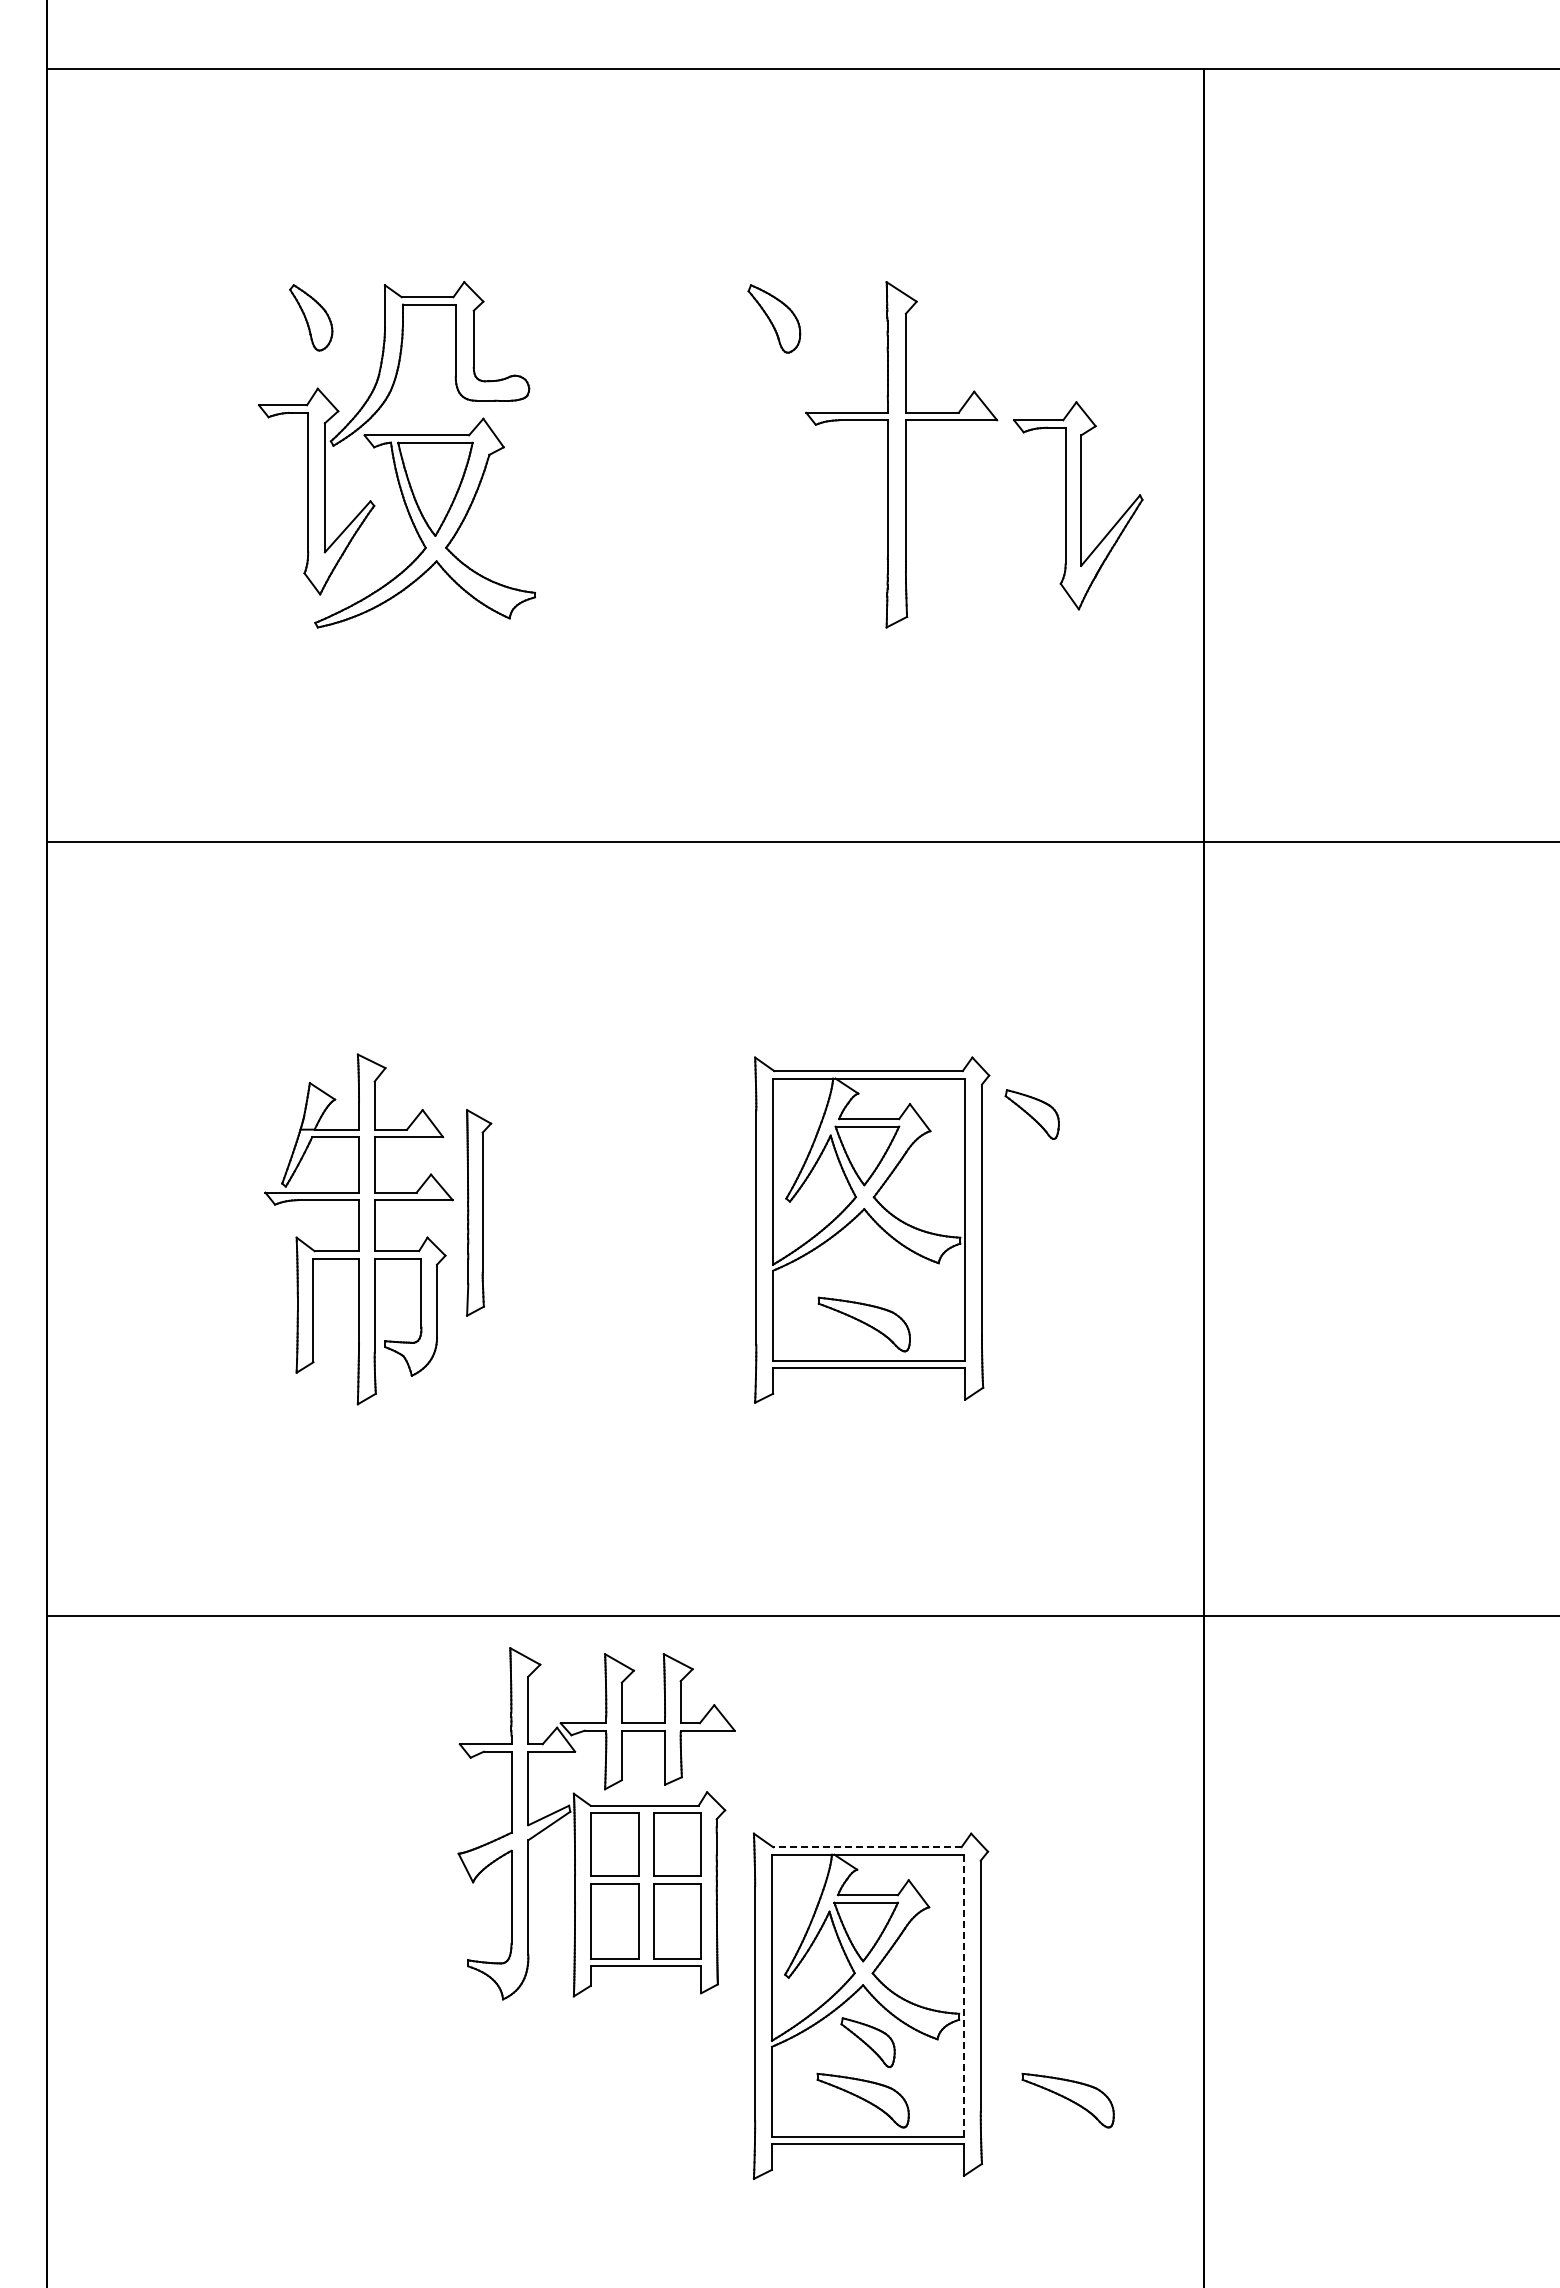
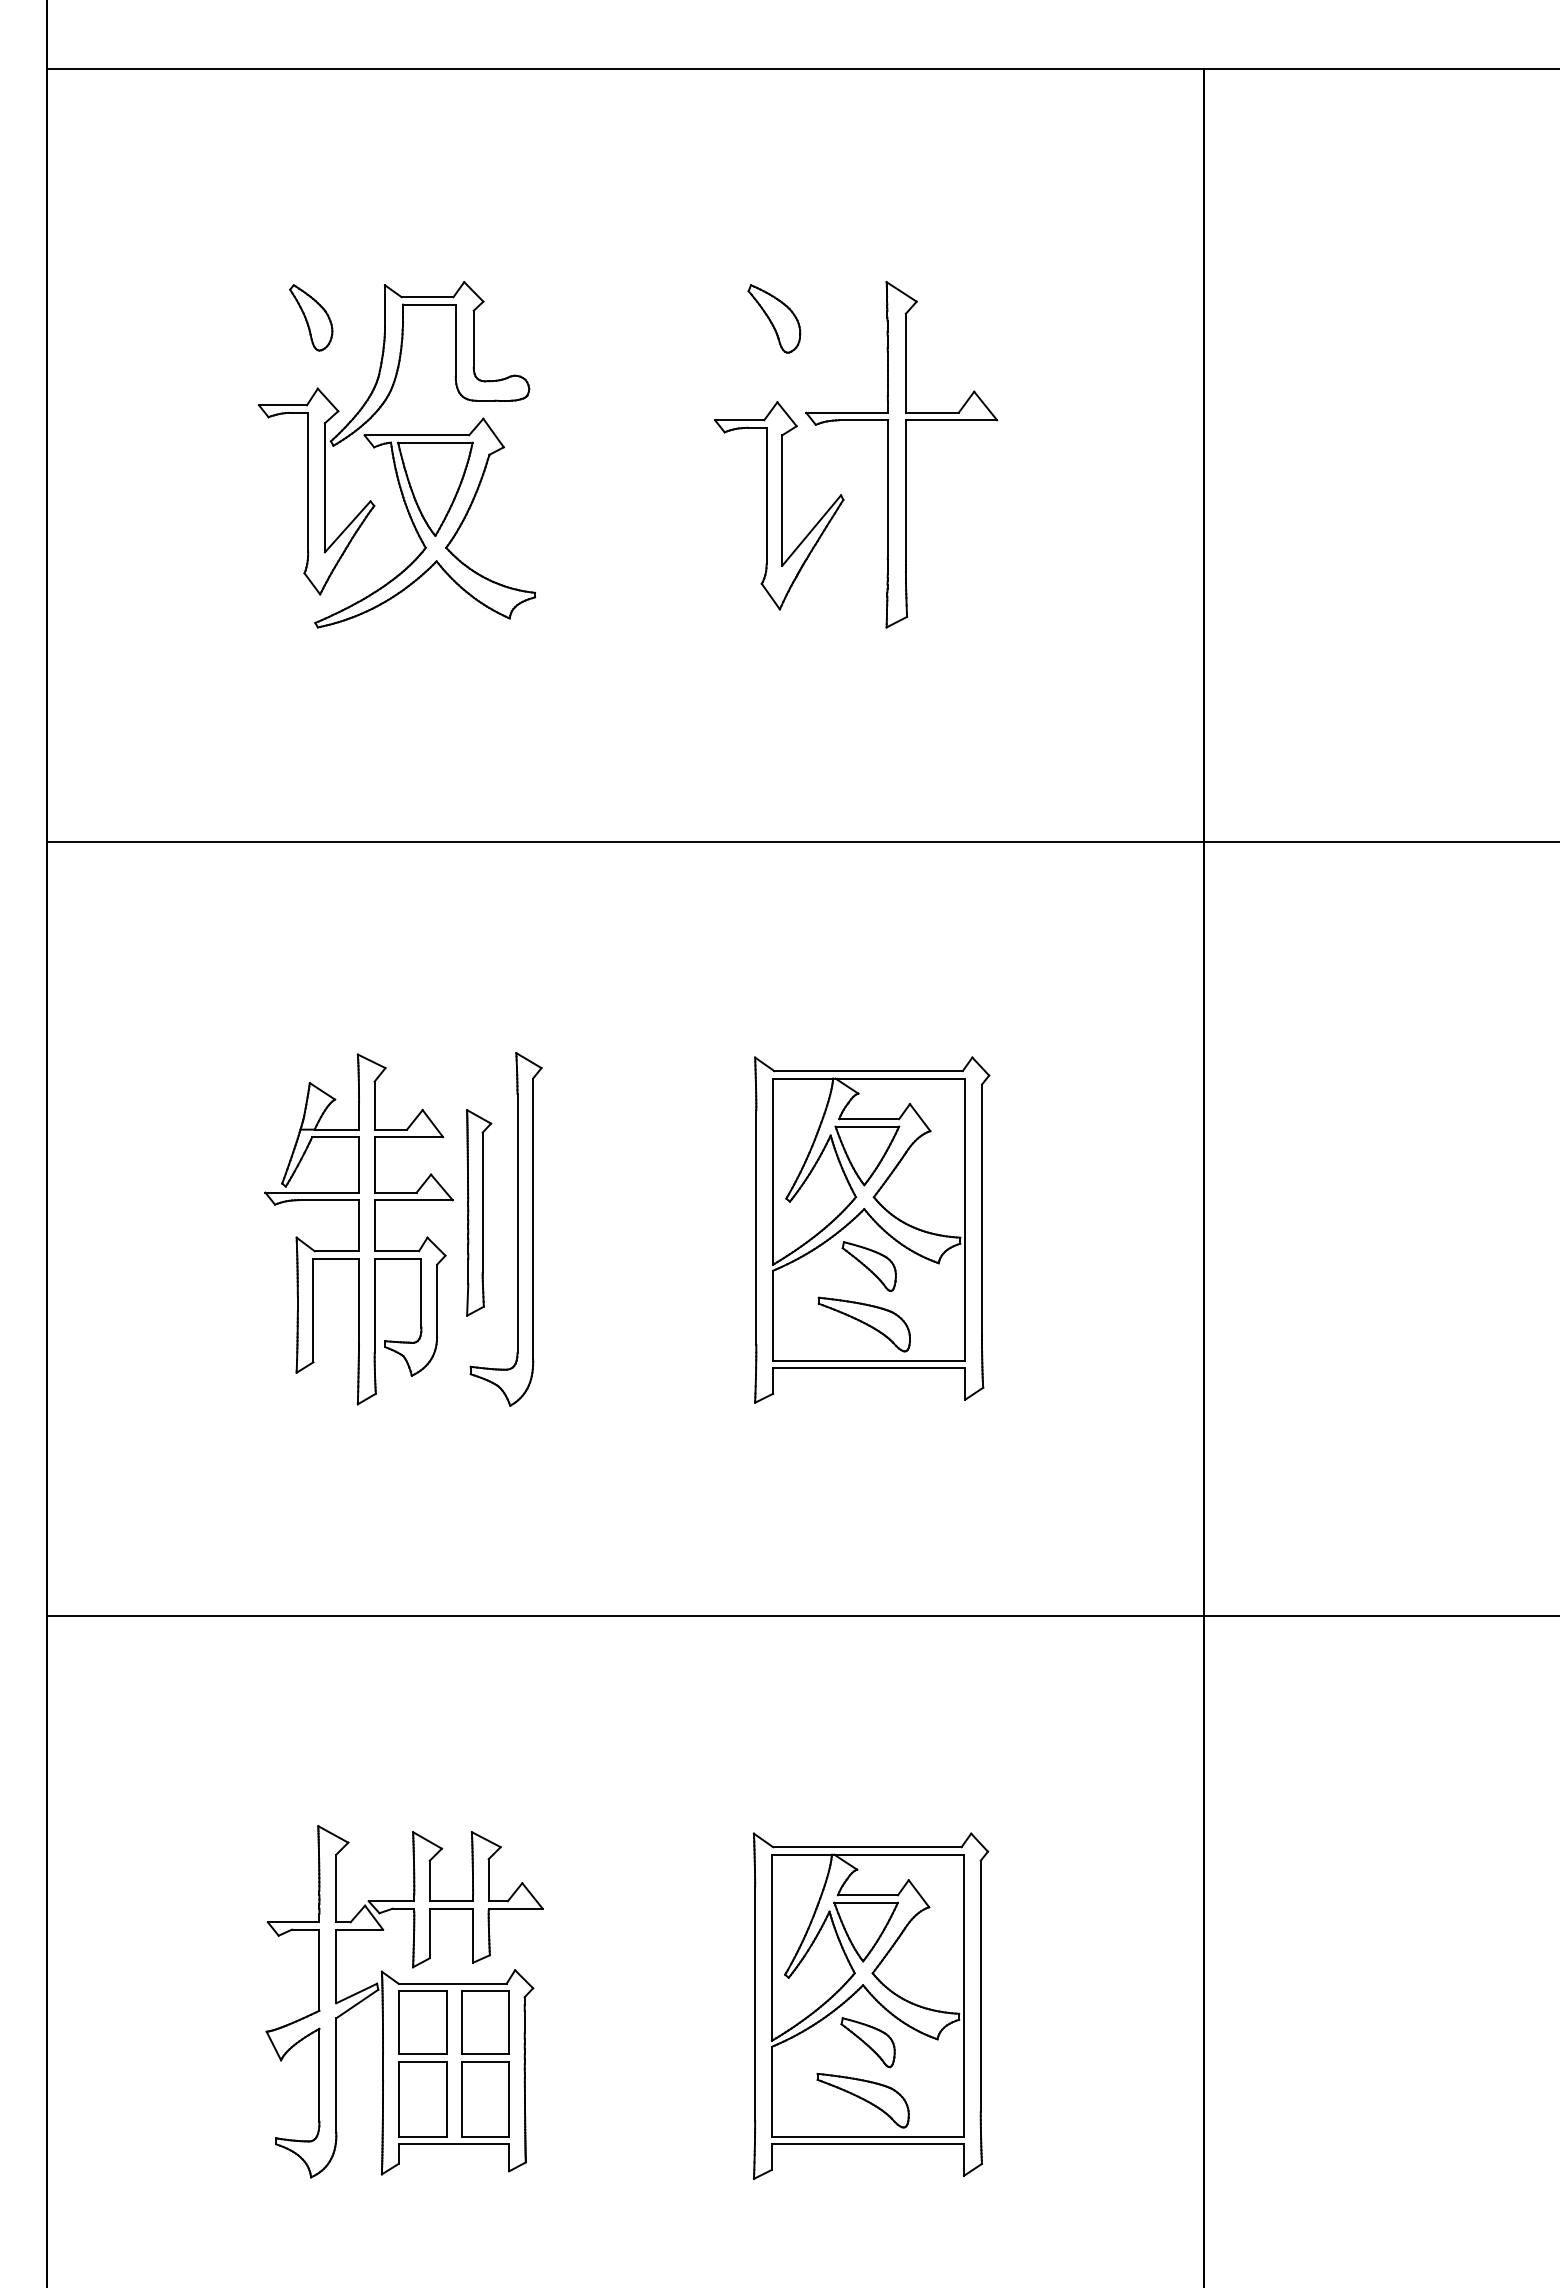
part at (1078, 505) position: (1078, 505) -> (779, 505)
part at (1031, 1114) position: (1031, 1114) -> (868, 1266)
part at (517, 1229): none -> present
part at (596, 1823) position: (596, 1823) -> (404, 2001)
line at (866, 1847): dashed -> solid
line at (963, 1996): dashed -> solid
part at (1067, 2100): present -> none
